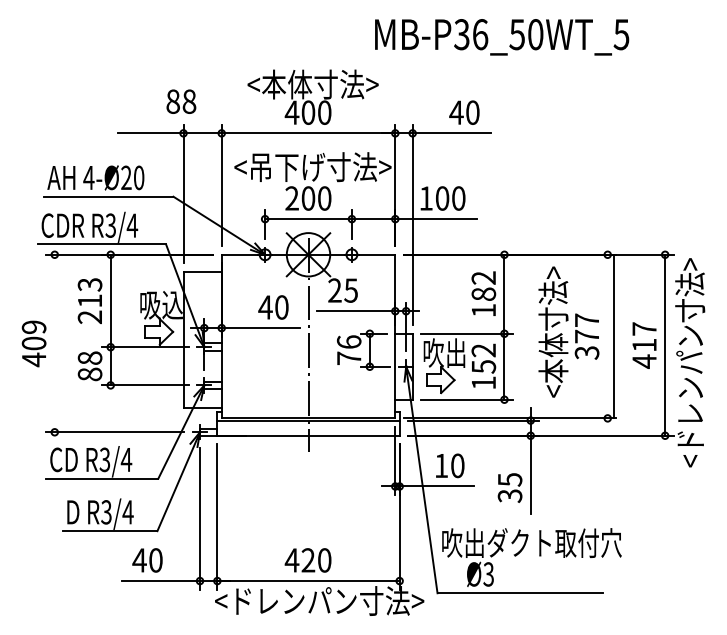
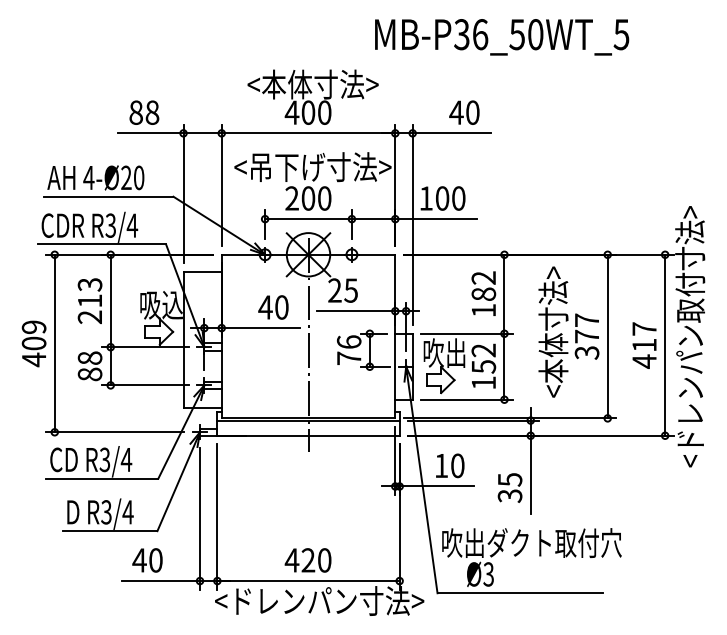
text at (181, 101) position: (181, 101) -> (144, 112)
text at (690, 264): <ドレンパン寸法> -> <ドレンパン取付寸法>
line at (613, 336) position: (613, 336) -> (607, 336)
line at (54, 343): none -> present
